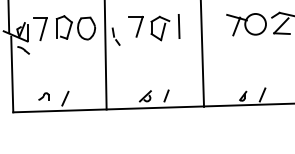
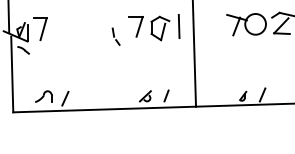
part at (75, 27): present -> none
line at (202, 54) position: (202, 54) -> (194, 54)
line at (105, 55): present -> none
part at (43, 96) size: 12x9 px -> 18x13 px
